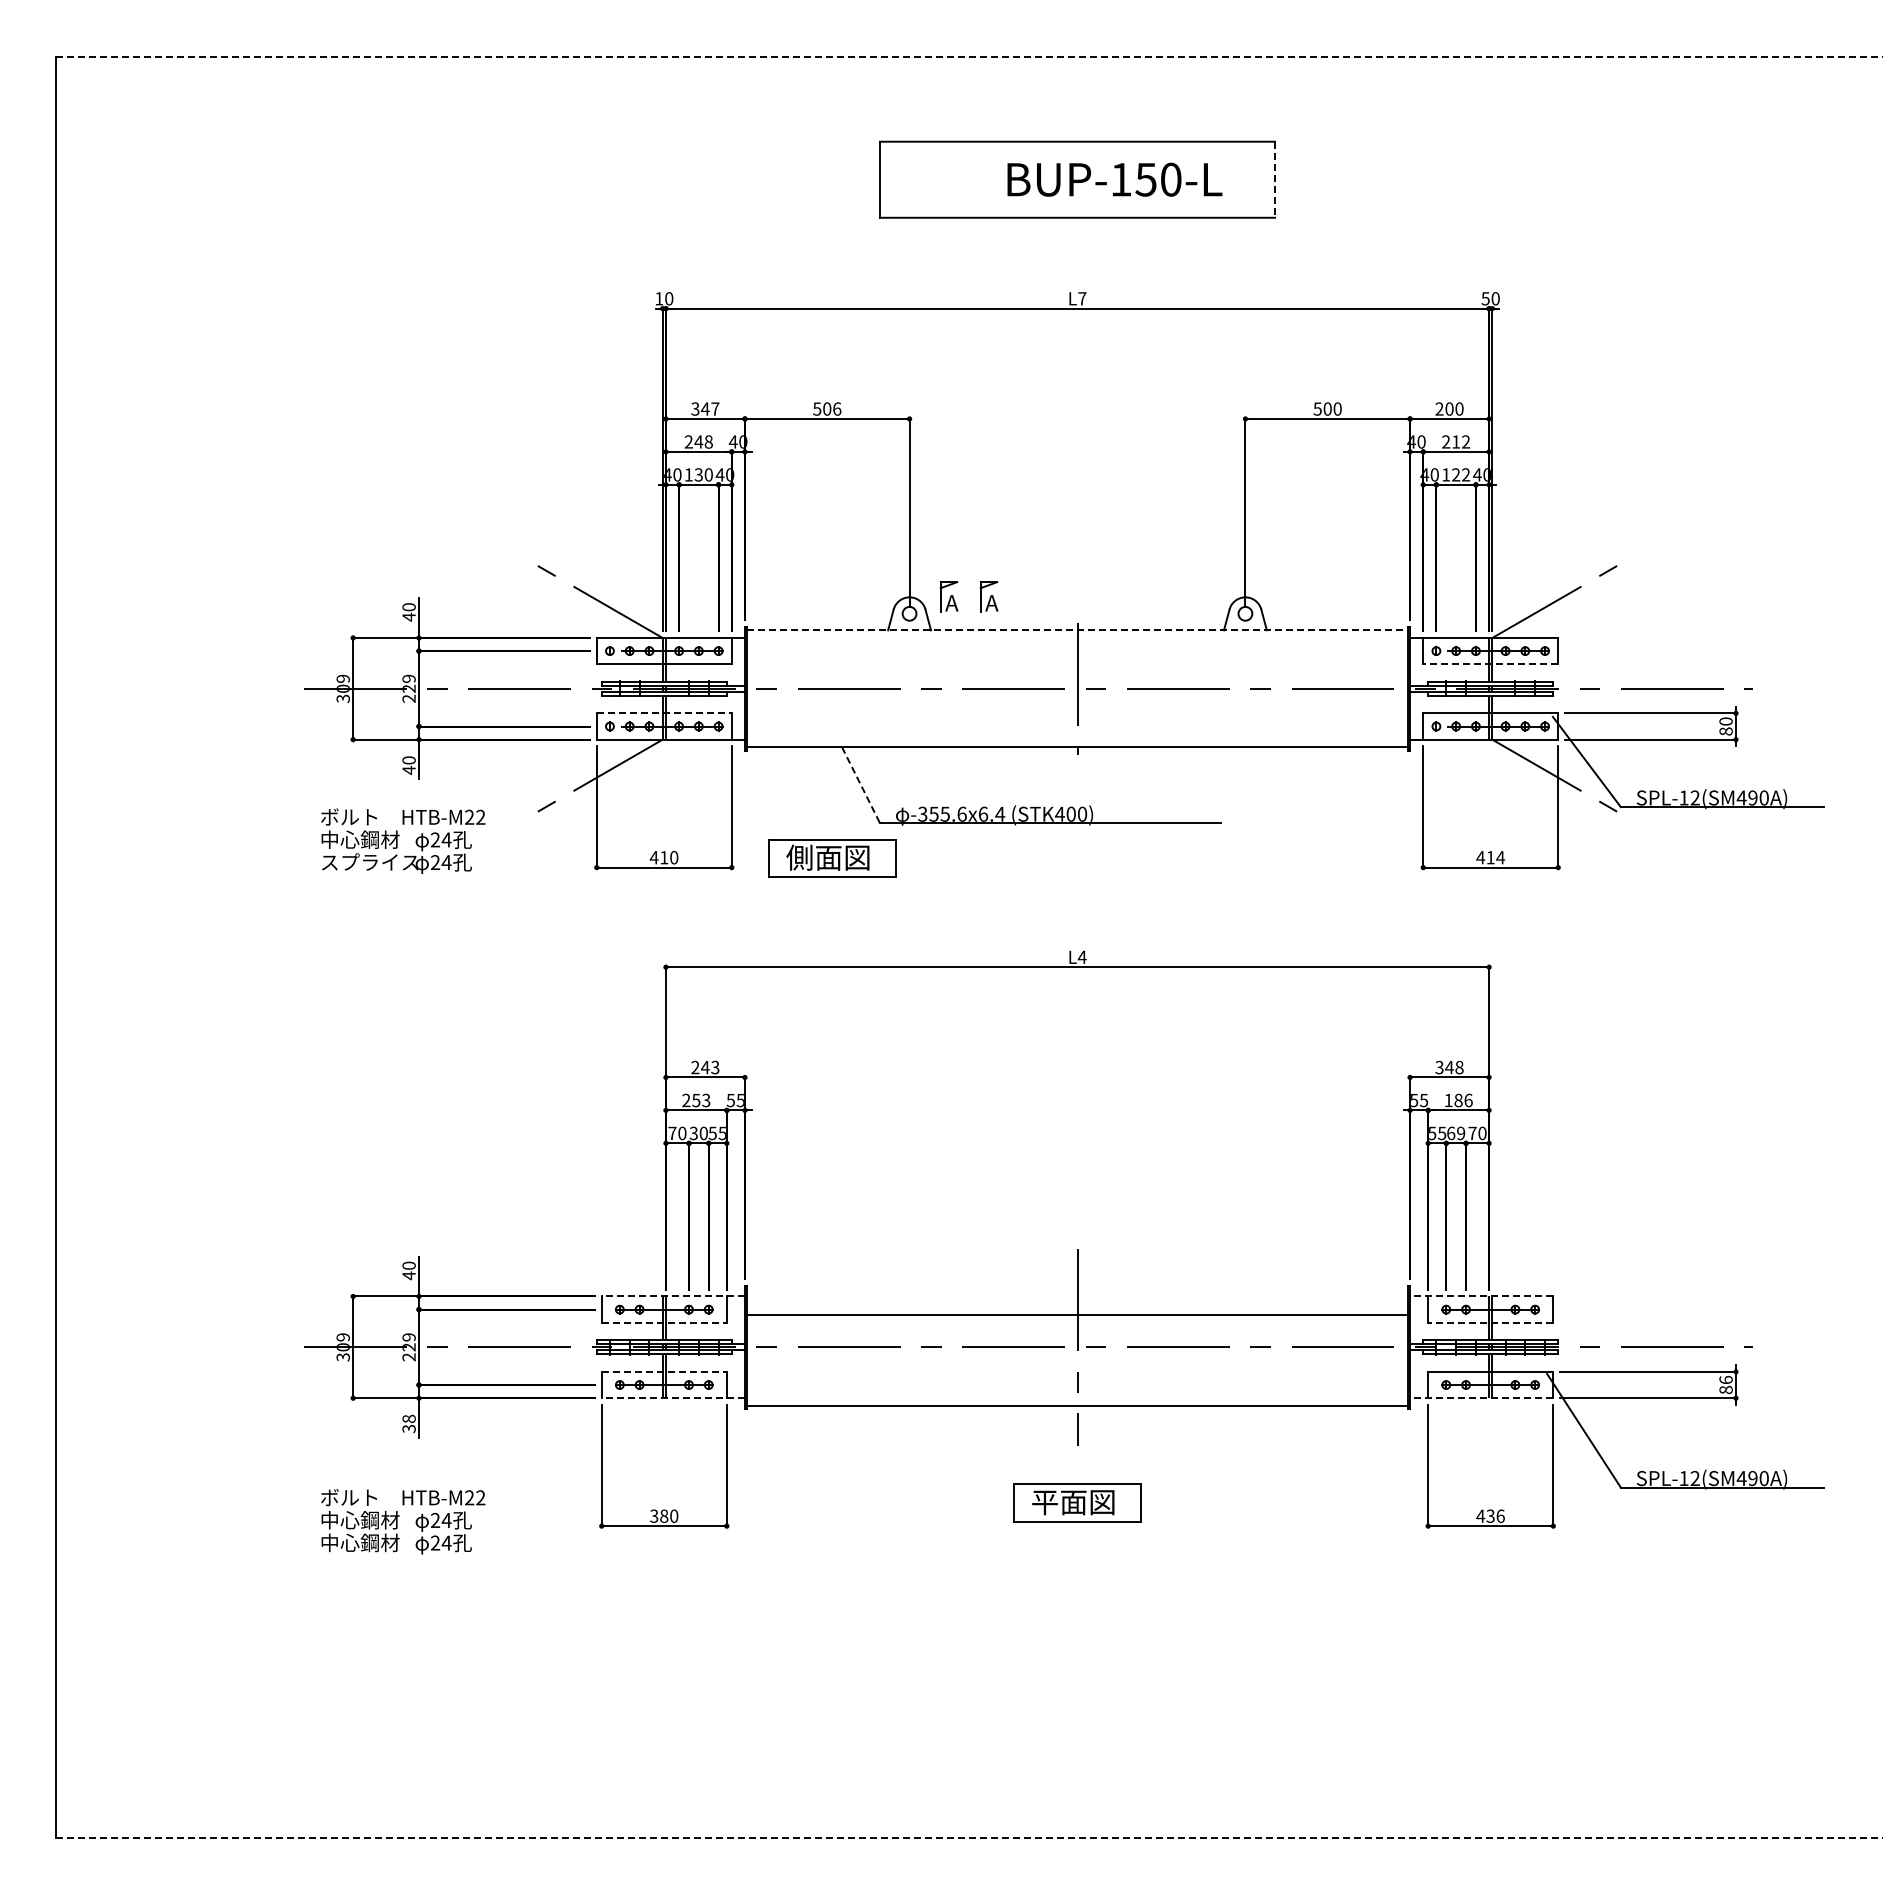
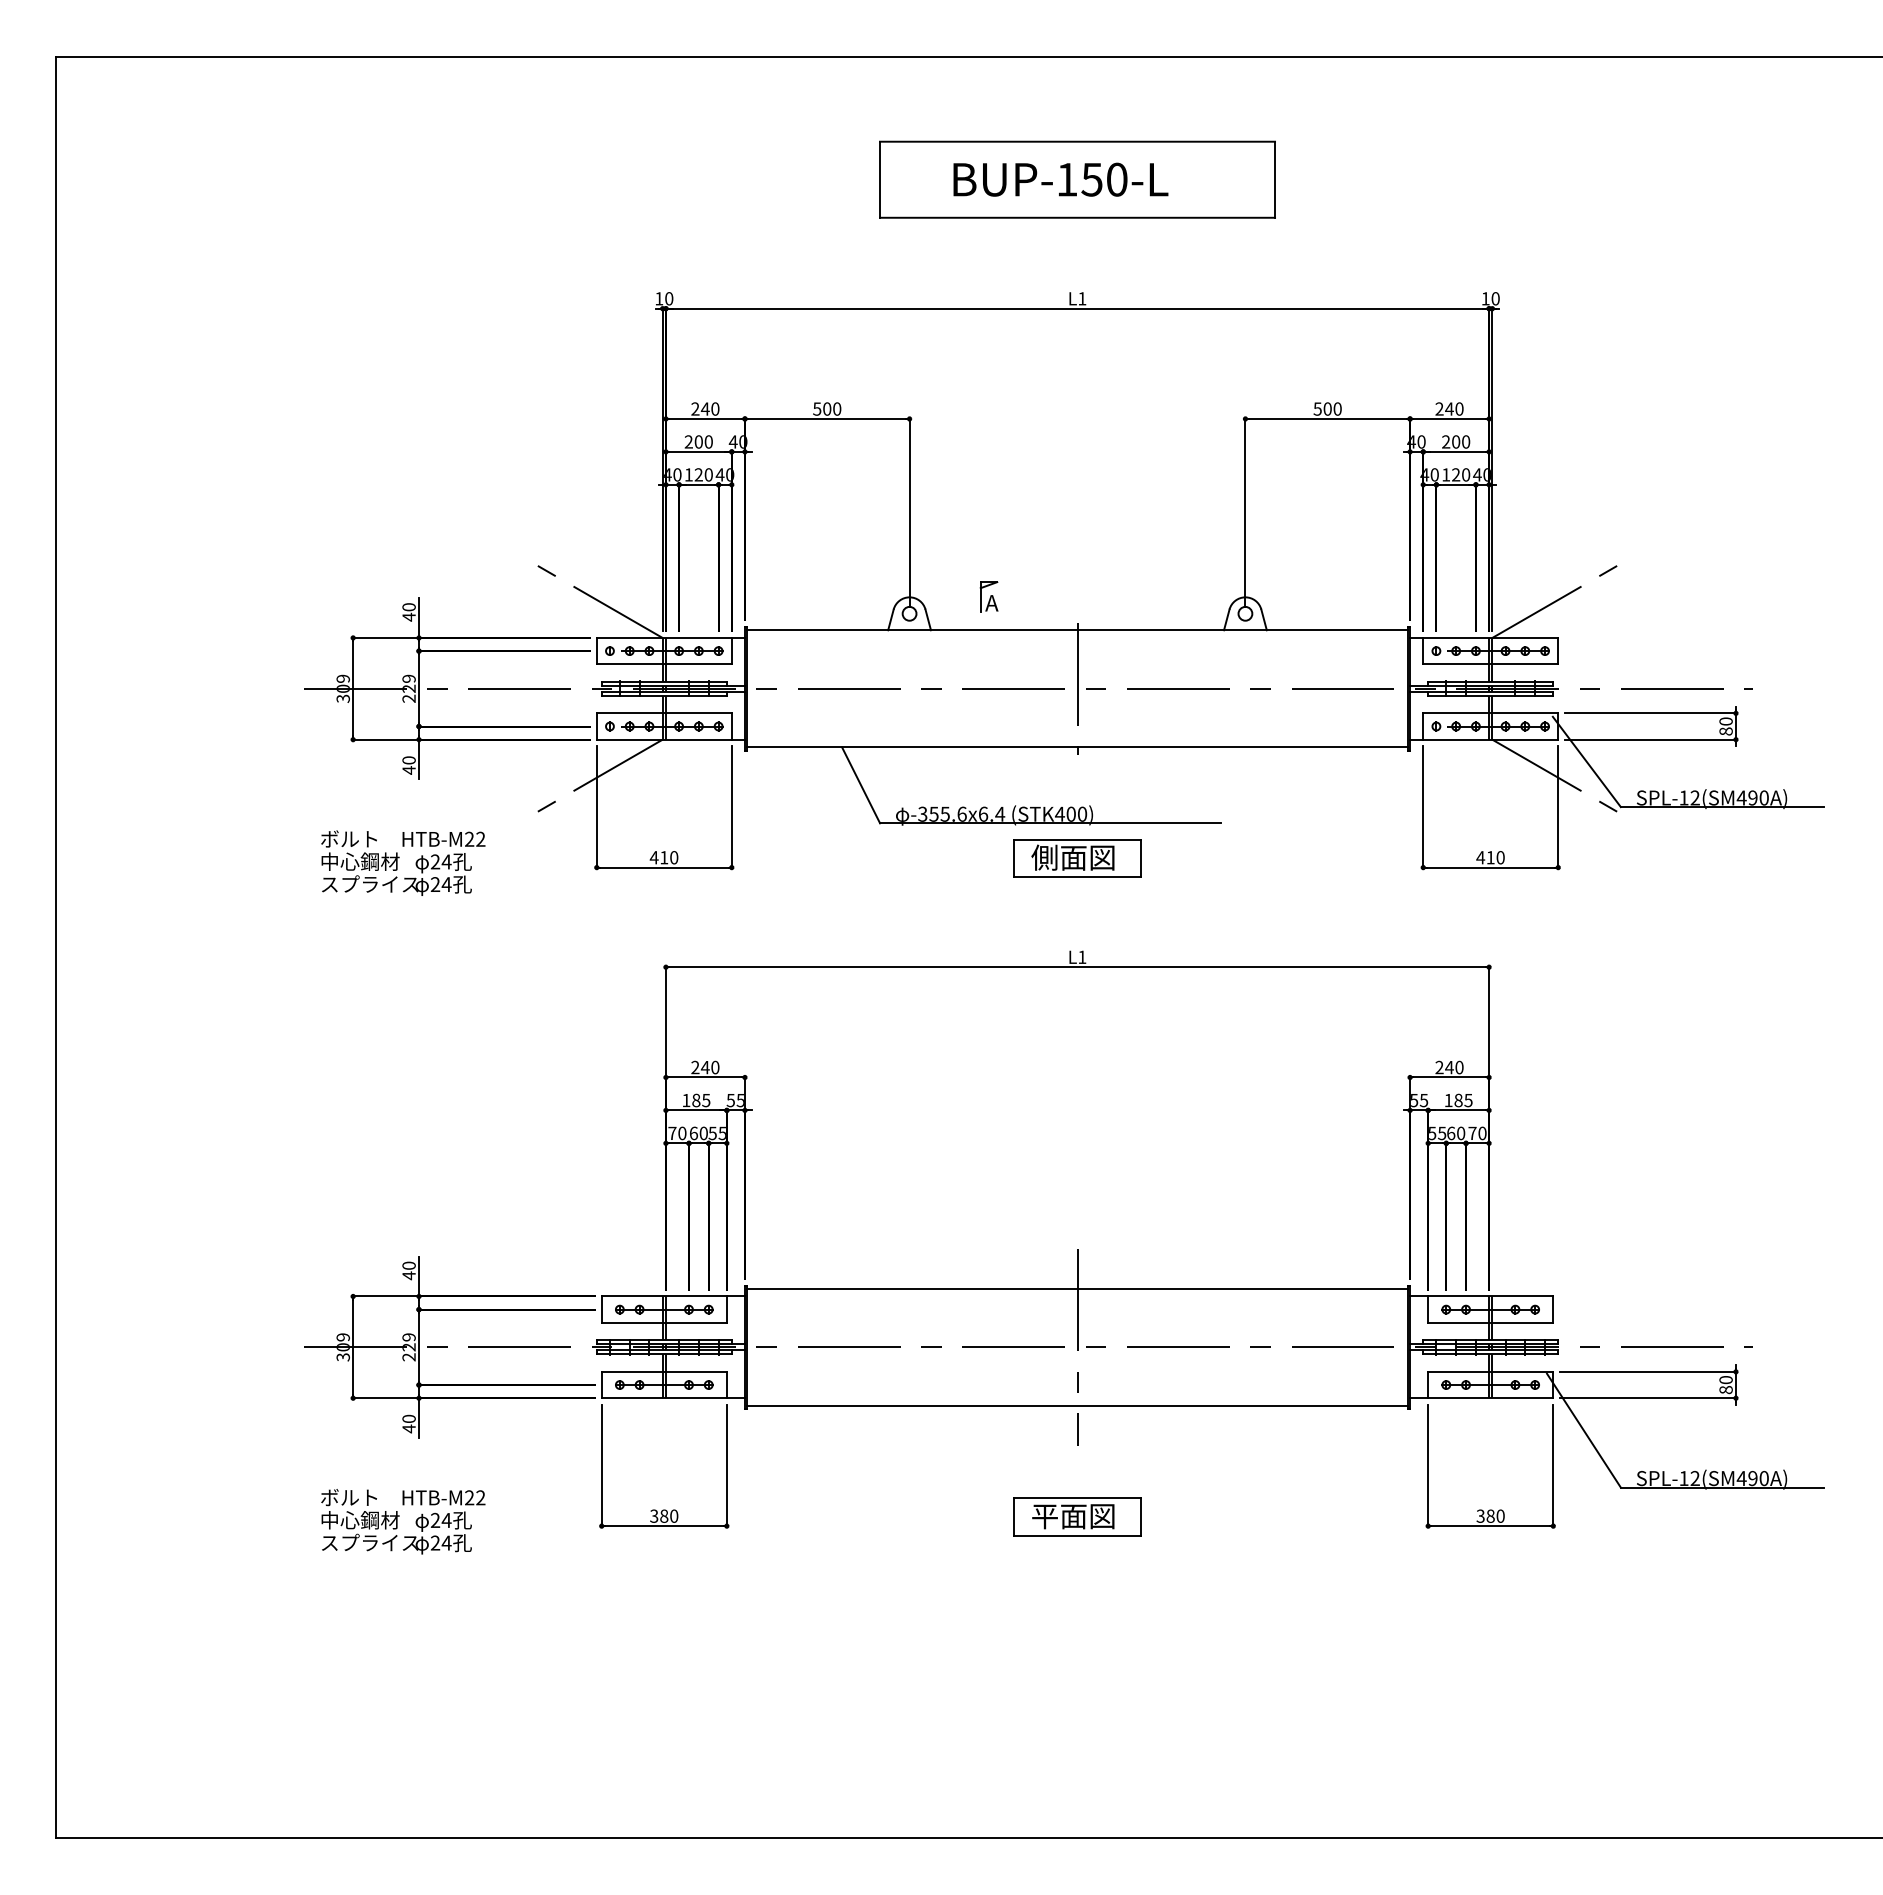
line at (970, 56): dashed -> solid
text at (1114, 179) position: (1114, 179) -> (1060, 179)
line at (1275, 180): dashed -> solid
text at (1082, 298): L7 -> L1
text at (1485, 298): 50 -> 10
text at (705, 408): 347 -> 240
text at (837, 408): 506 -> 500
text at (1449, 408): 200 -> 240
text at (703, 441): 248 -> 200
text at (1461, 441): 212 -> 200
text at (698, 474): 130 -> 120
text at (1466, 474): 122 -> 120
part at (948, 596): present -> none
line at (1077, 630): dashed -> solid
line at (1490, 664): dashed -> solid
line at (664, 713): dashed -> solid
line at (861, 785): dashed -> solid
text at (403, 840) position: (403, 840) -> (403, 862)
text at (1500, 857): 414 -> 410
part at (832, 858) position: (832, 858) -> (1077, 858)
text at (1081, 956): L4 -> L1
text at (715, 1067): 243 -> 240
text at (1449, 1067): 348 -> 240
text at (696, 1100): 253 -> 185
text at (1468, 1100): 186 -> 185
text at (693, 1133): 30 -> 60
text at (1461, 1133): 69 -> 60
line at (673, 1296): dashed -> solid
line at (1481, 1296): dashed -> solid
line at (1077, 1314) position: (1077, 1314) -> (1077, 1288)
line at (664, 1322): dashed -> solid
line at (1490, 1322): dashed -> solid
line at (664, 1371): dashed -> solid
text at (1725, 1379): 86 -> 80
line at (673, 1398): dashed -> solid
line at (1481, 1398): dashed -> solid
text at (408, 1423): 38 -> 40
part at (1077, 1502) position: (1077, 1502) -> (1077, 1516)
text at (1490, 1515): 436 -> 380
text at (369, 1542): 中心鋼材 -> スプライス
line at (970, 1838): dashed -> solid
